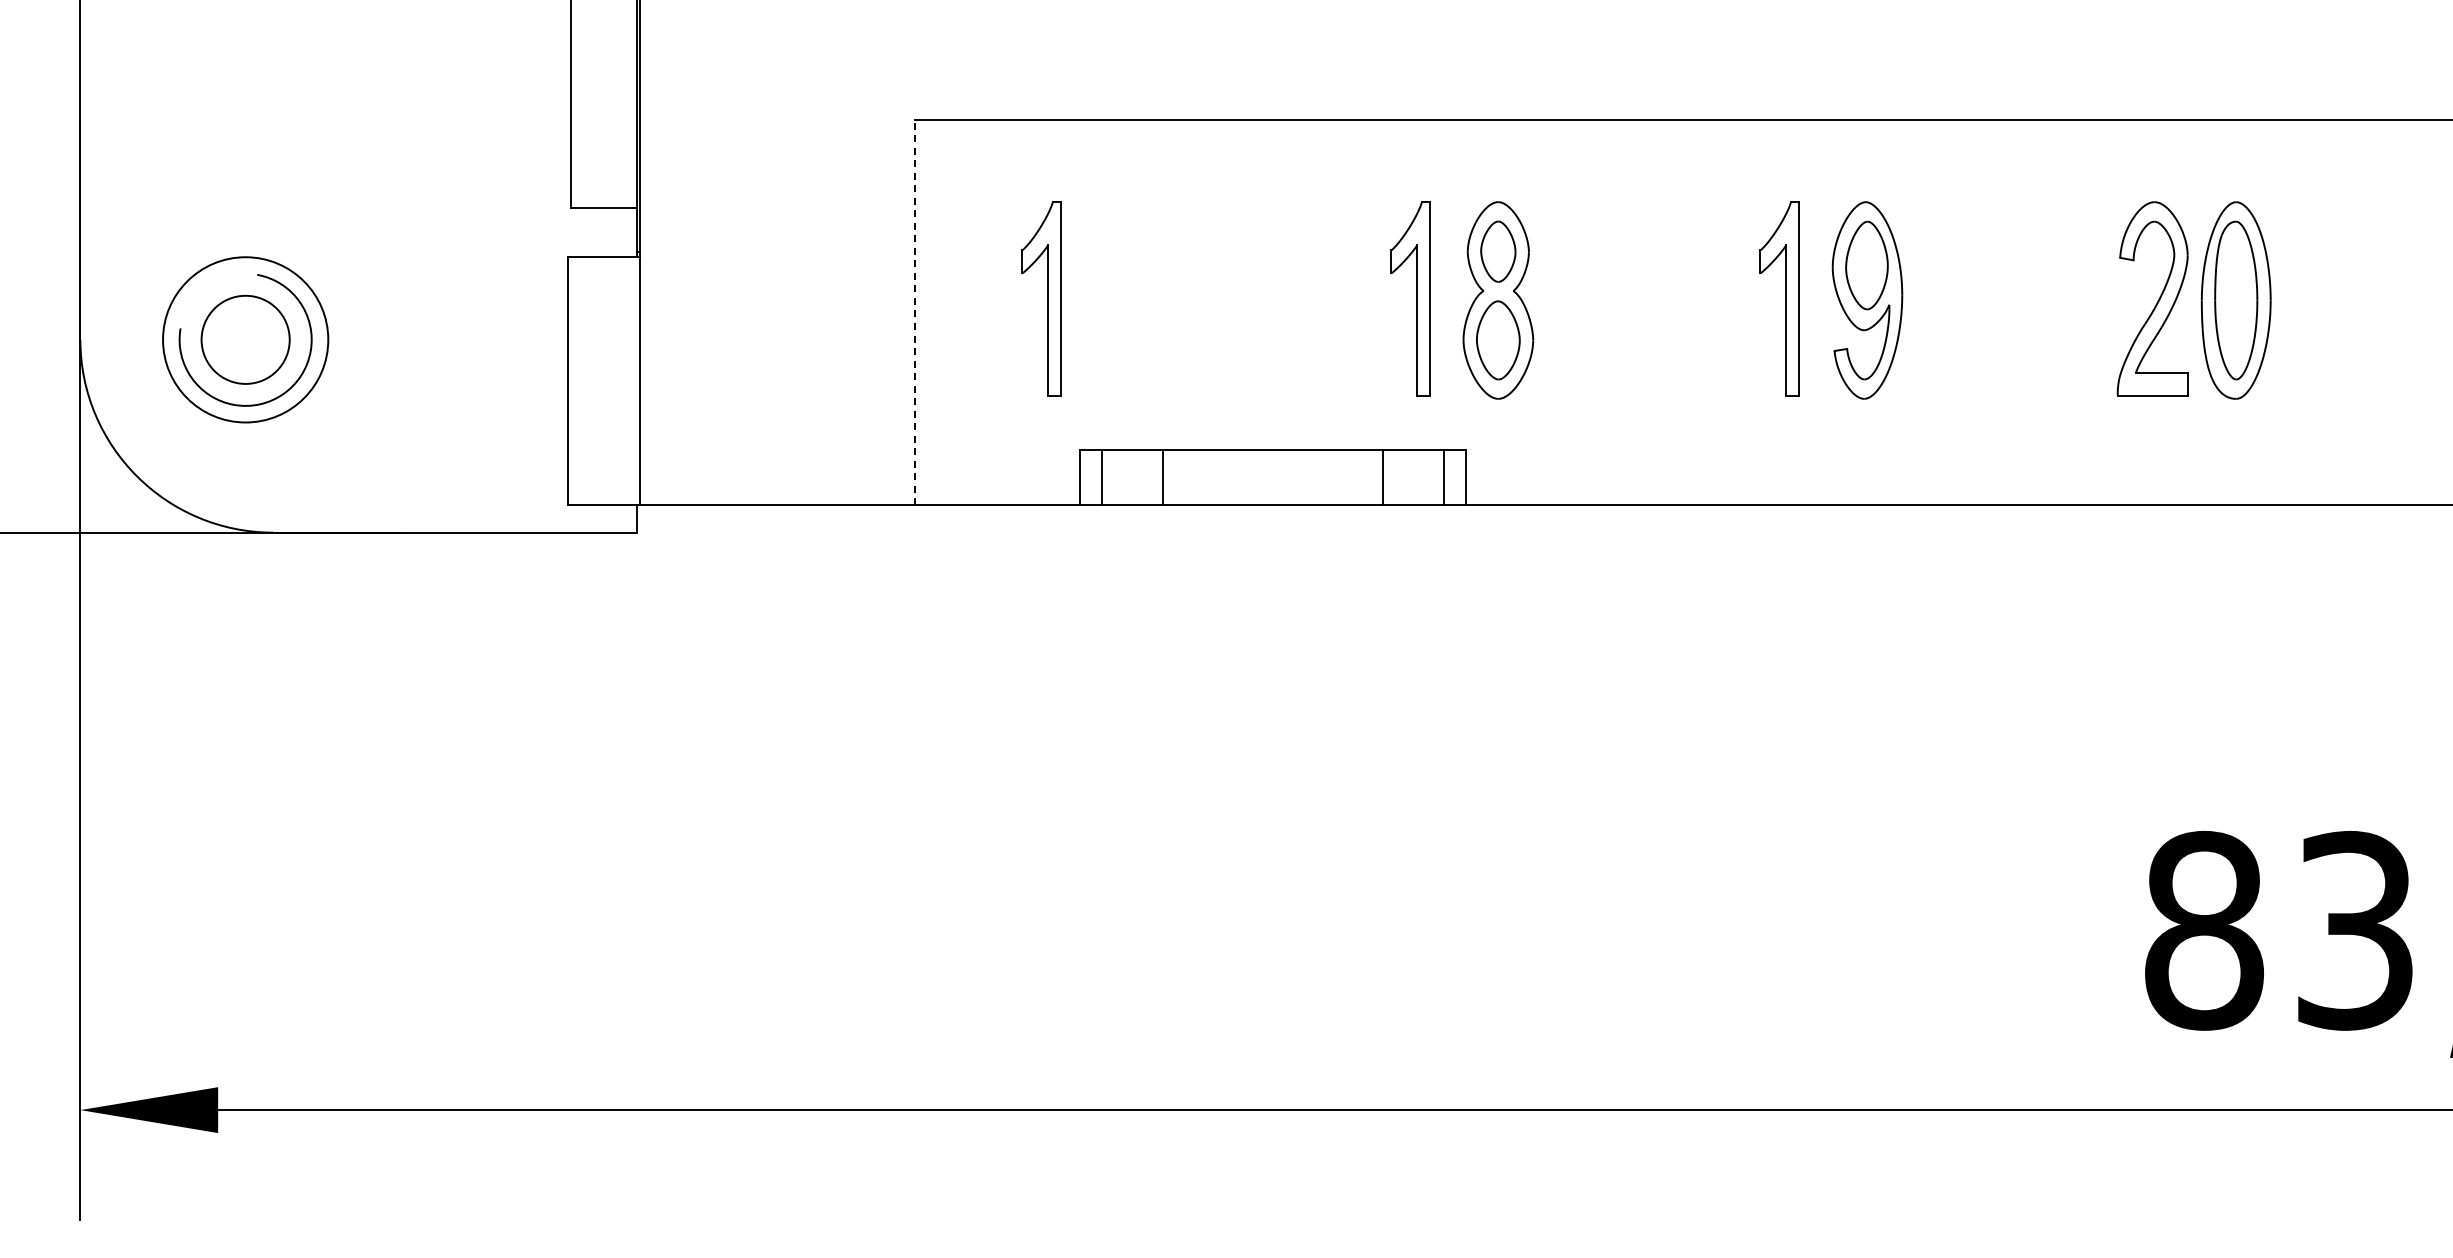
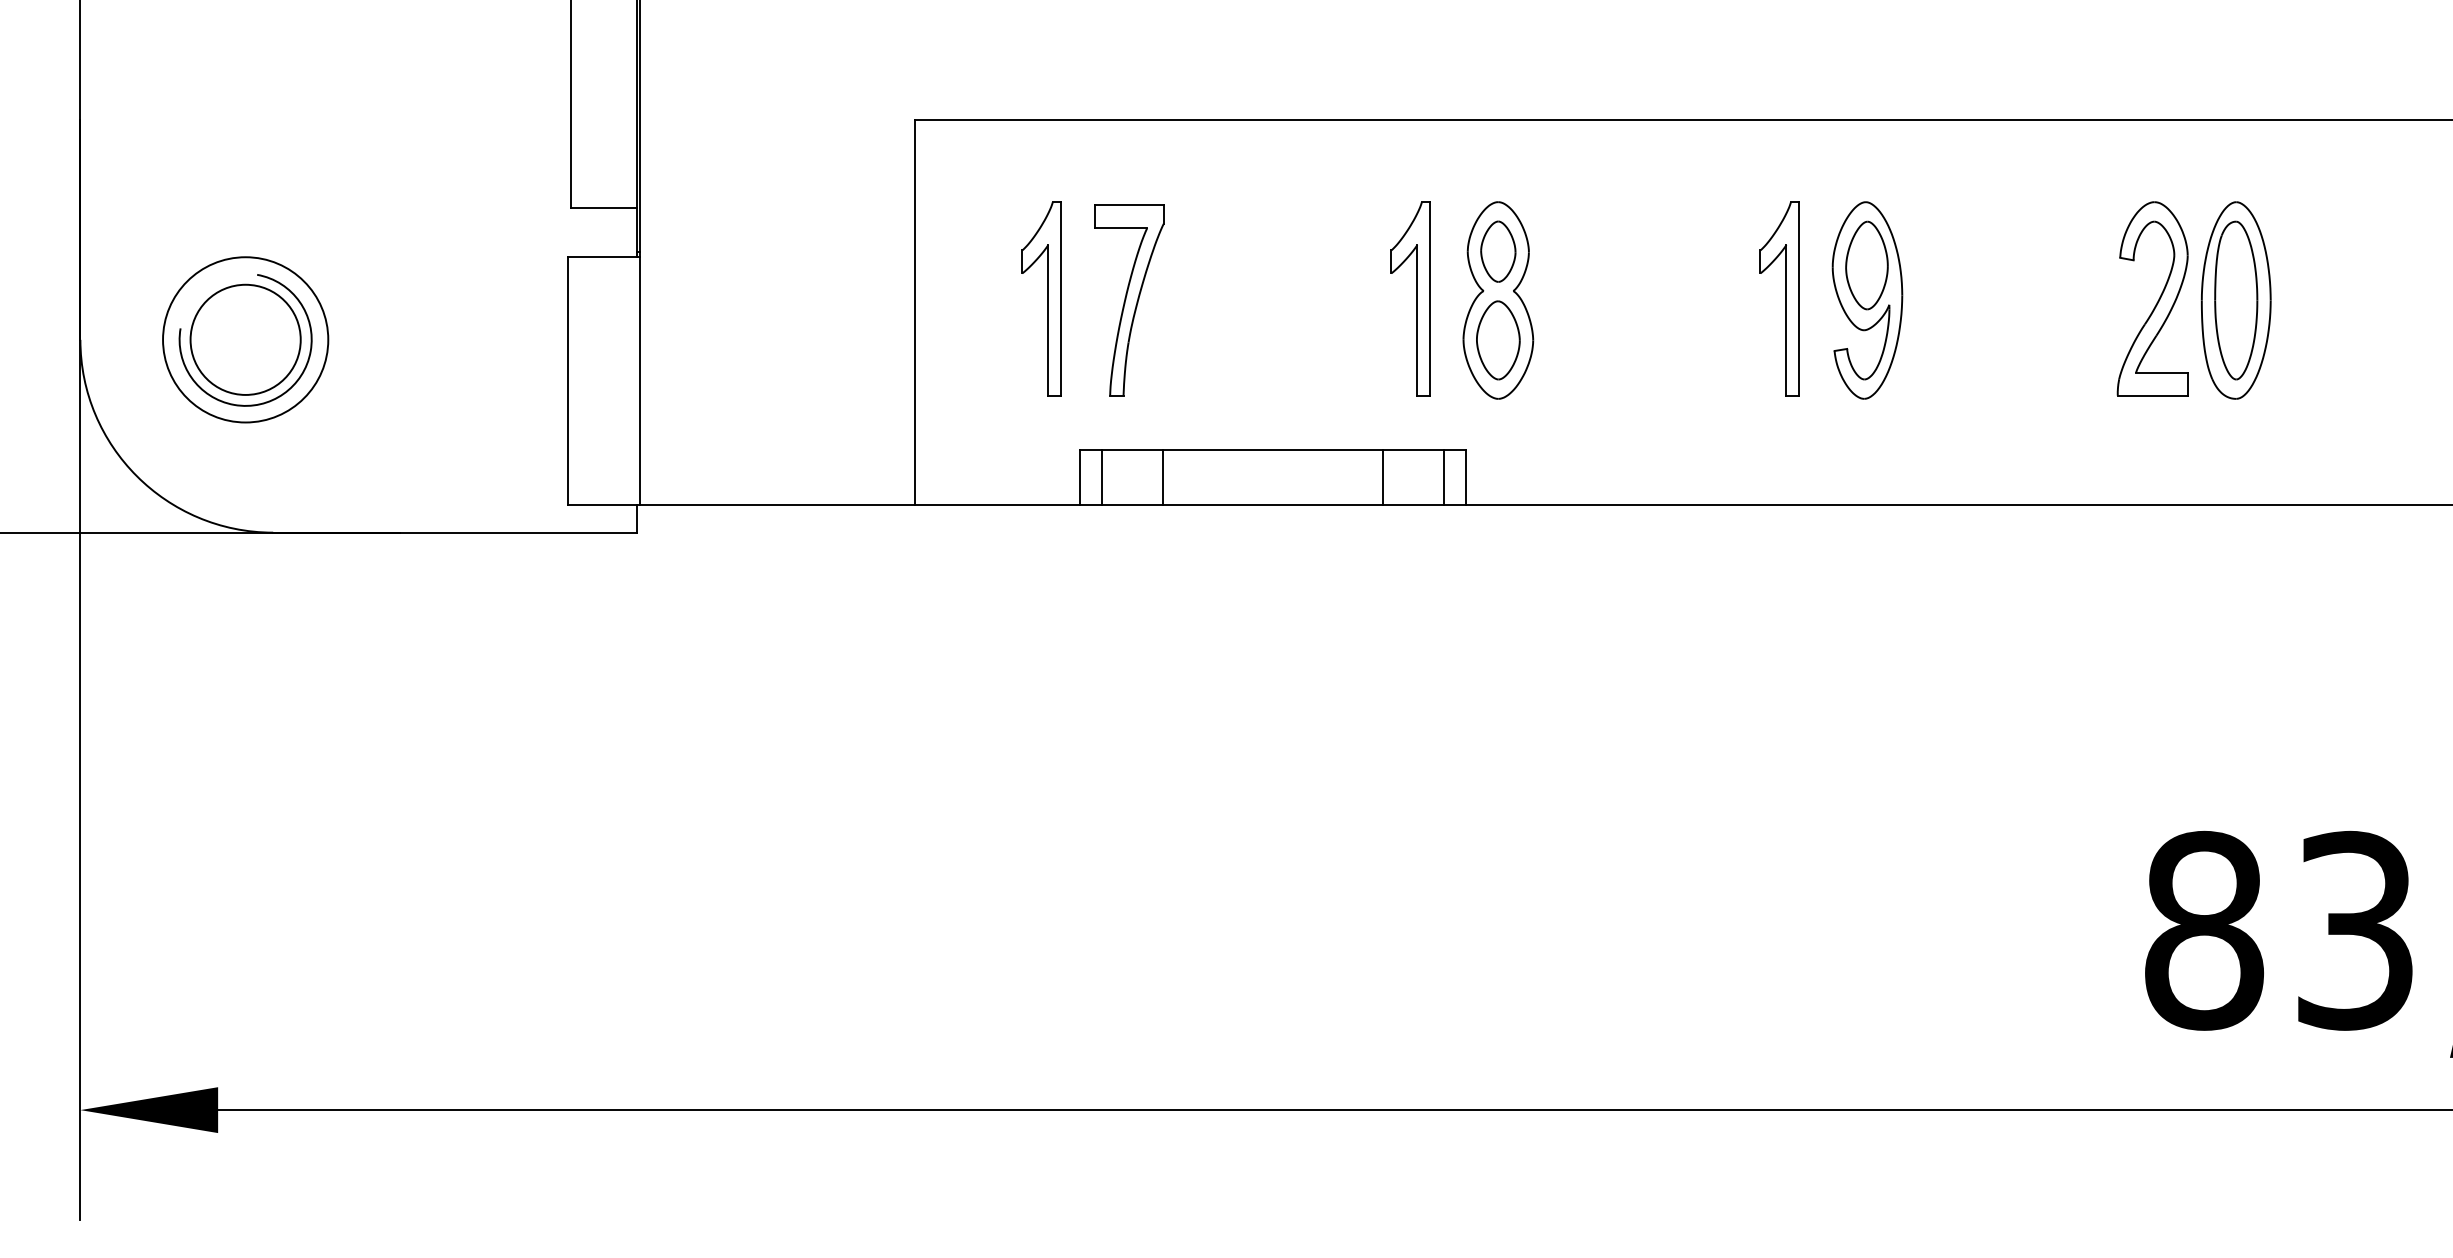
part at (1129, 300): none -> present
line at (914, 312): dashed -> solid
circle at (245, 339) diameter: 88 px -> 110 px
